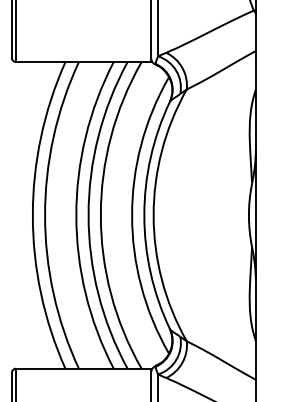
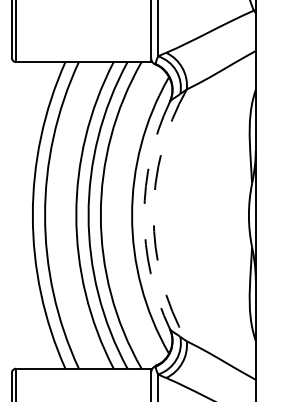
arc at (144, 215): solid -> dashed
arc at (153, 215): solid -> dashed
